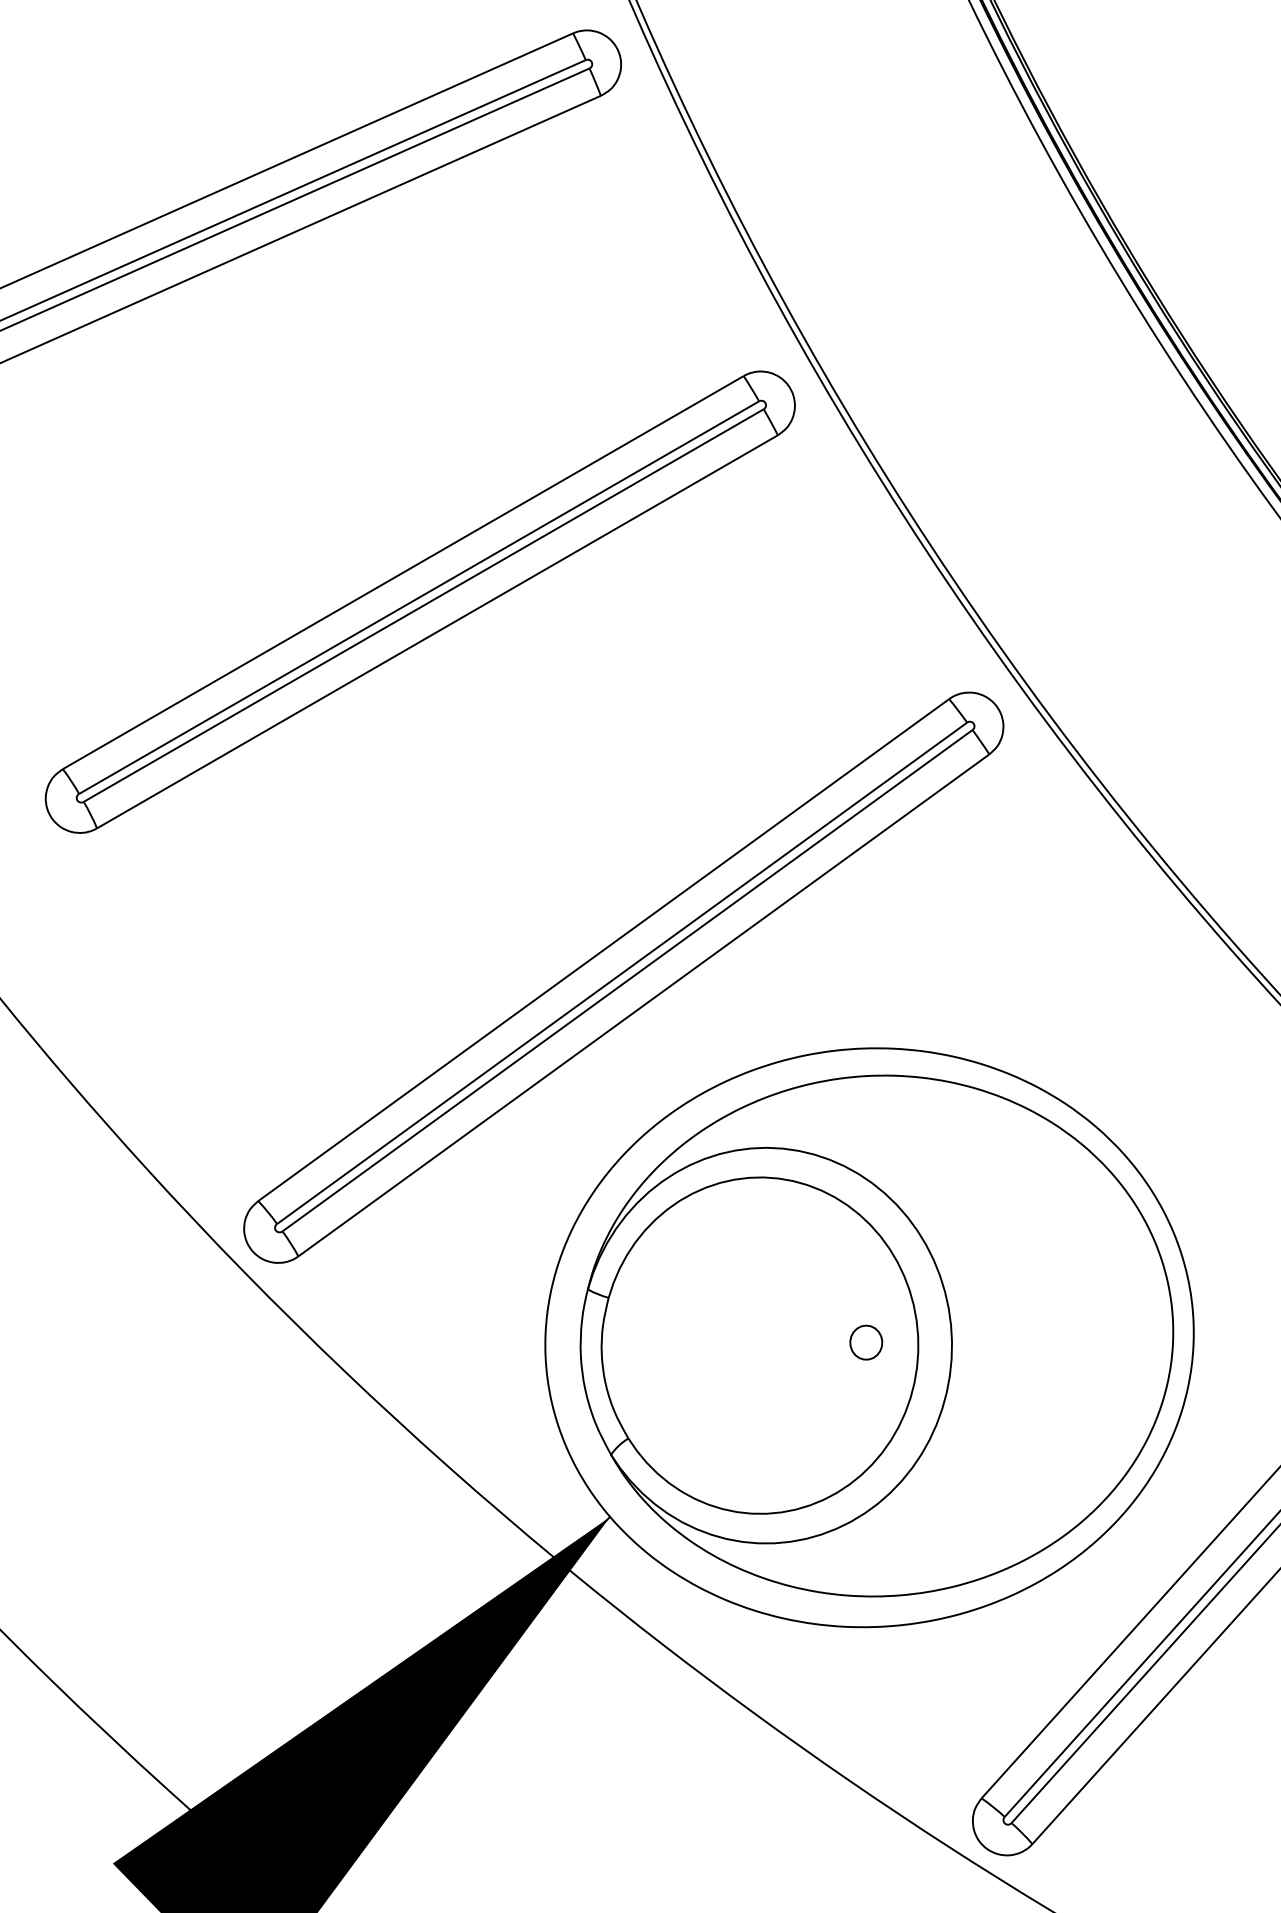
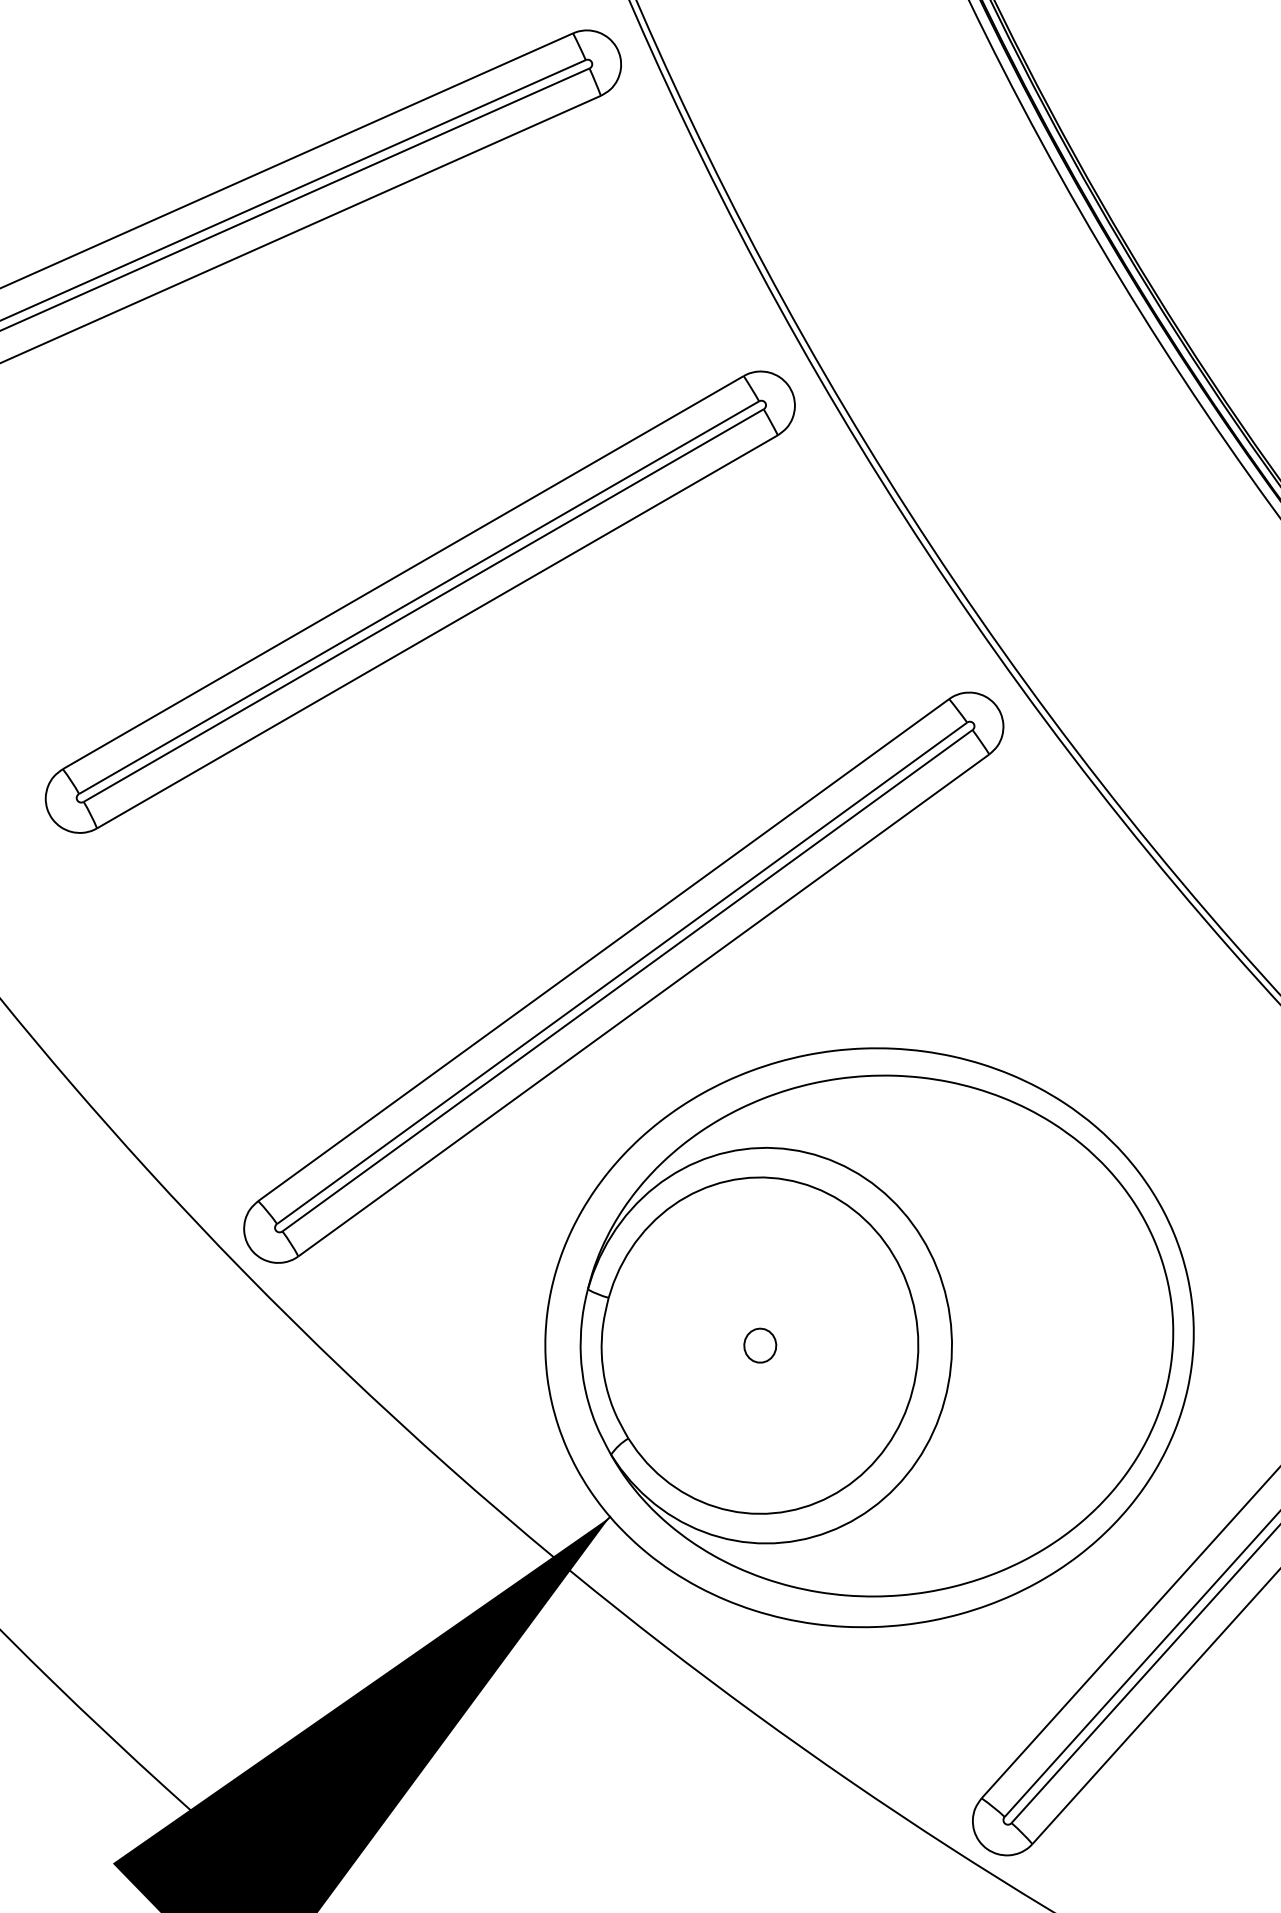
part at (866, 1342) position: (866, 1342) -> (760, 1345)
